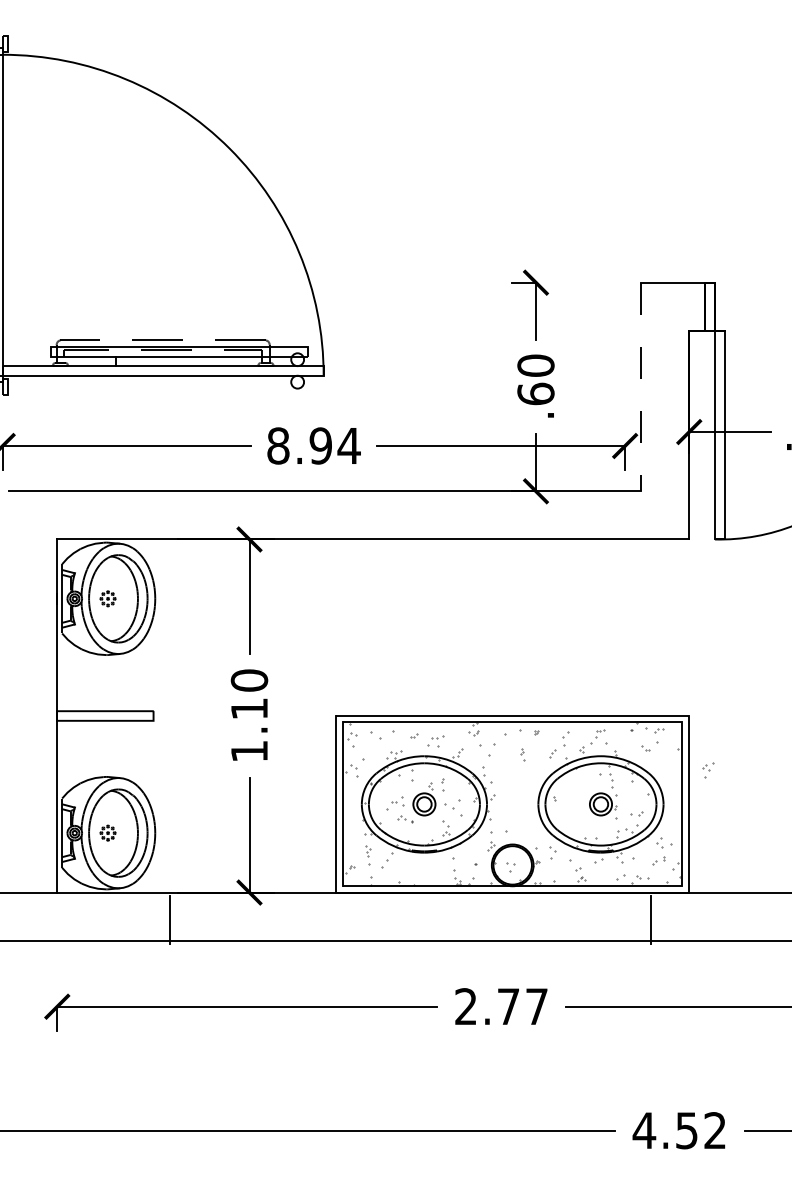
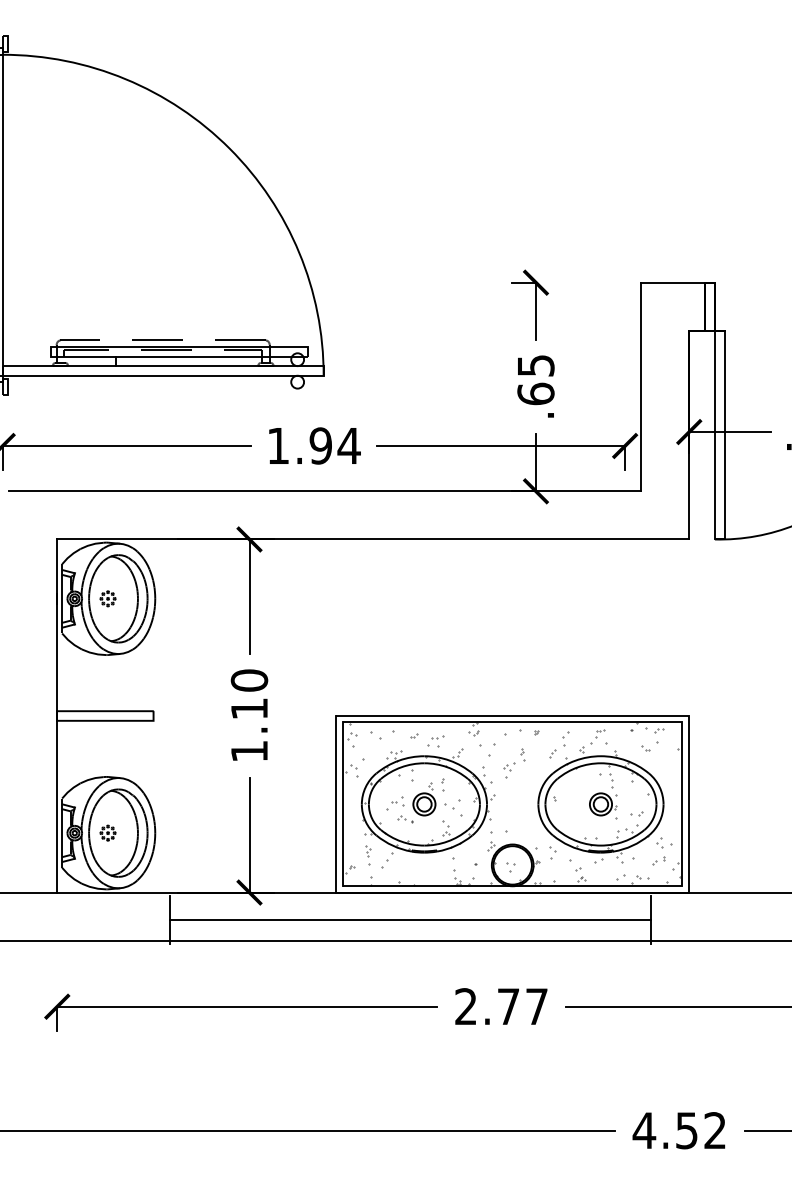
text at (535, 365): .60 -> .65
line at (641, 387): dashed -> solid
text at (278, 445): 8.94 -> 1.94
part at (708, 770) position: (708, 770) -> (509, 770)
line at (409, 919): none -> present
